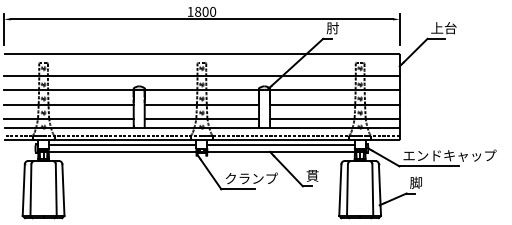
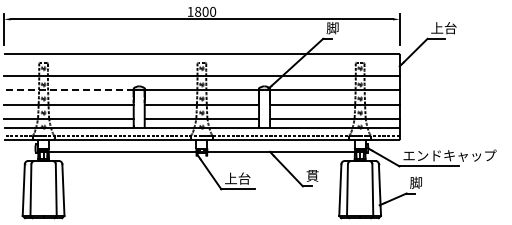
text at (332, 28): 肘 -> 脚
line at (68, 90): solid -> dashed
line at (122, 144): present -> none
line at (280, 144): present -> none
text at (251, 178): クランプ -> 上台
